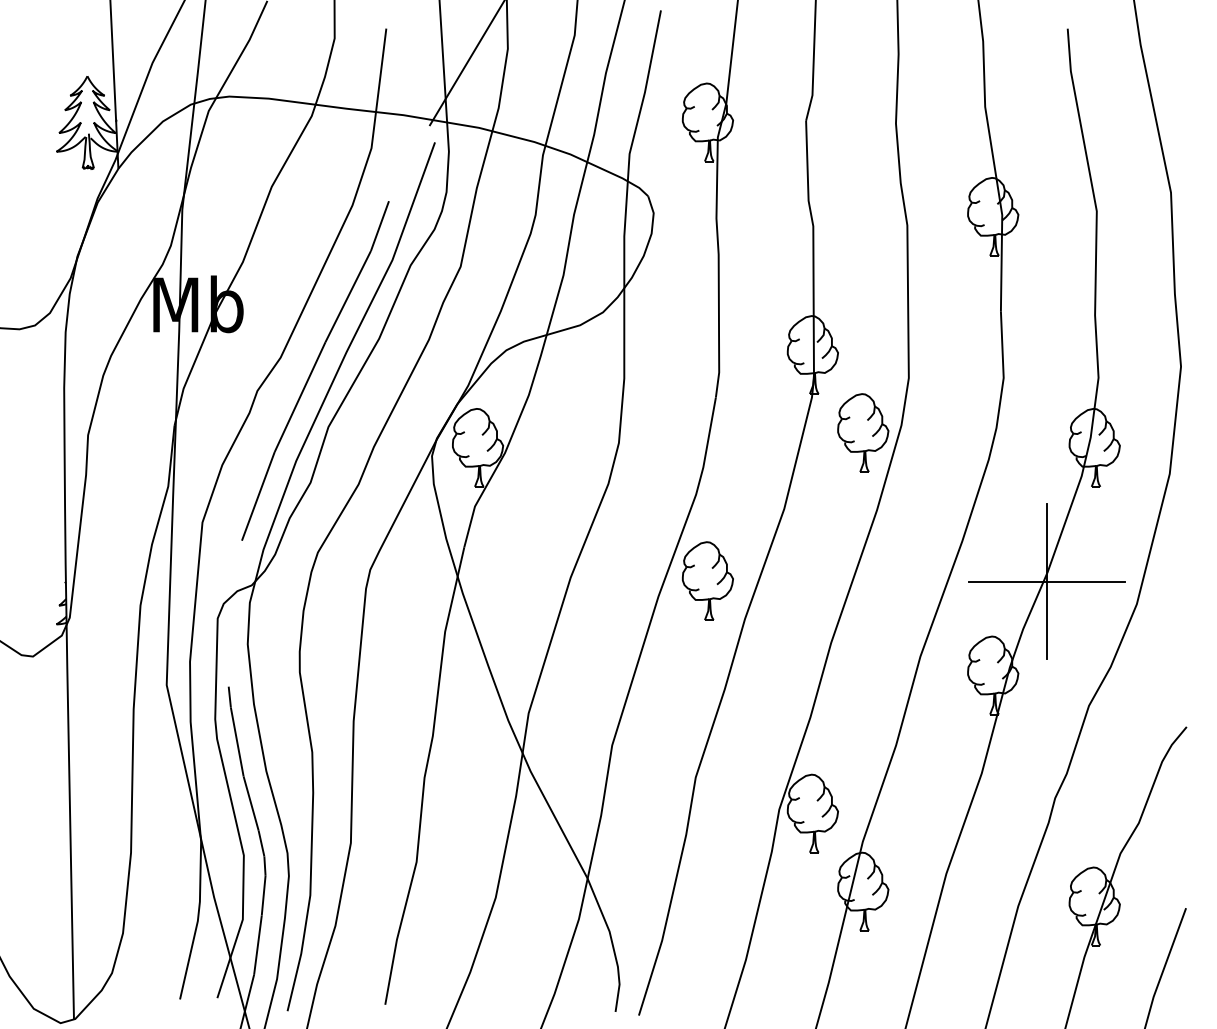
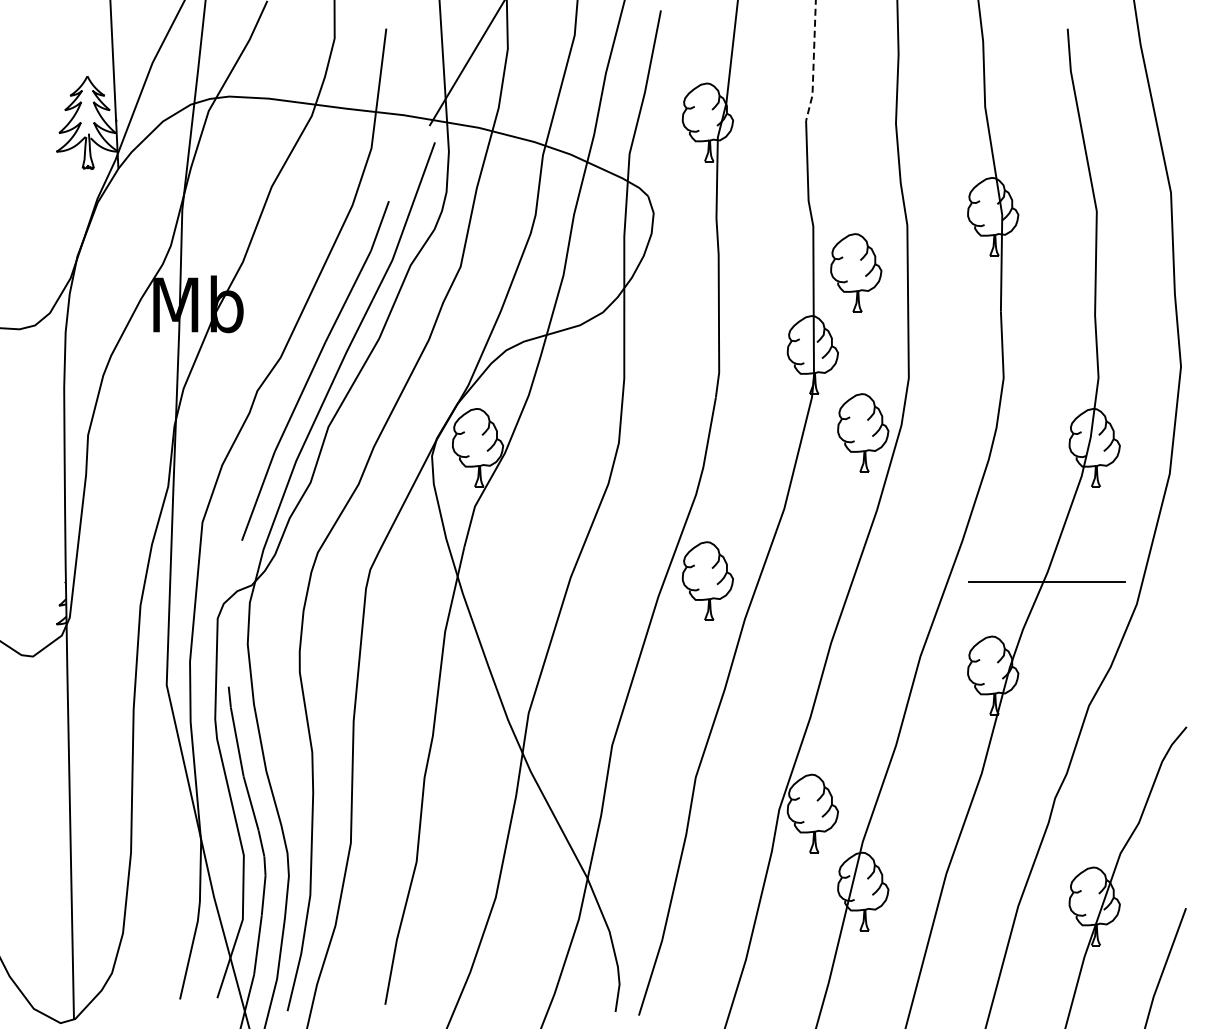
line at (813, 62): solid -> dashed
part at (856, 272): none -> present
line at (1047, 581): present -> none
